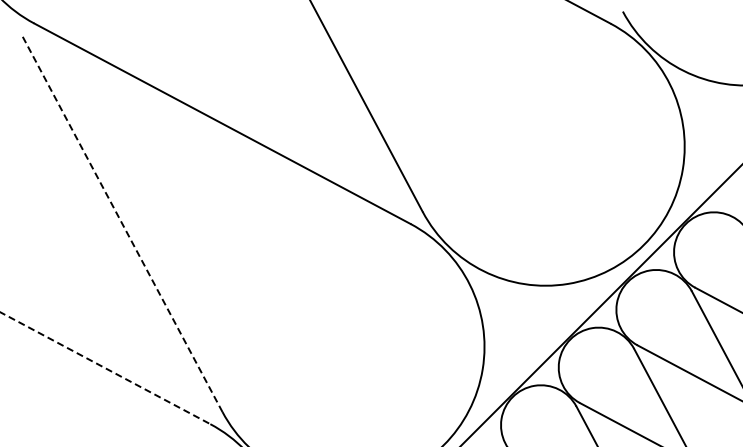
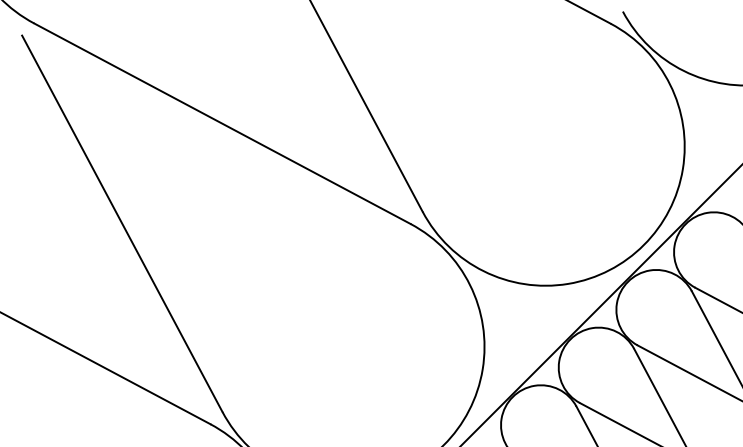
line at (122, 223): dashed -> solid
line at (105, 368): dashed -> solid
